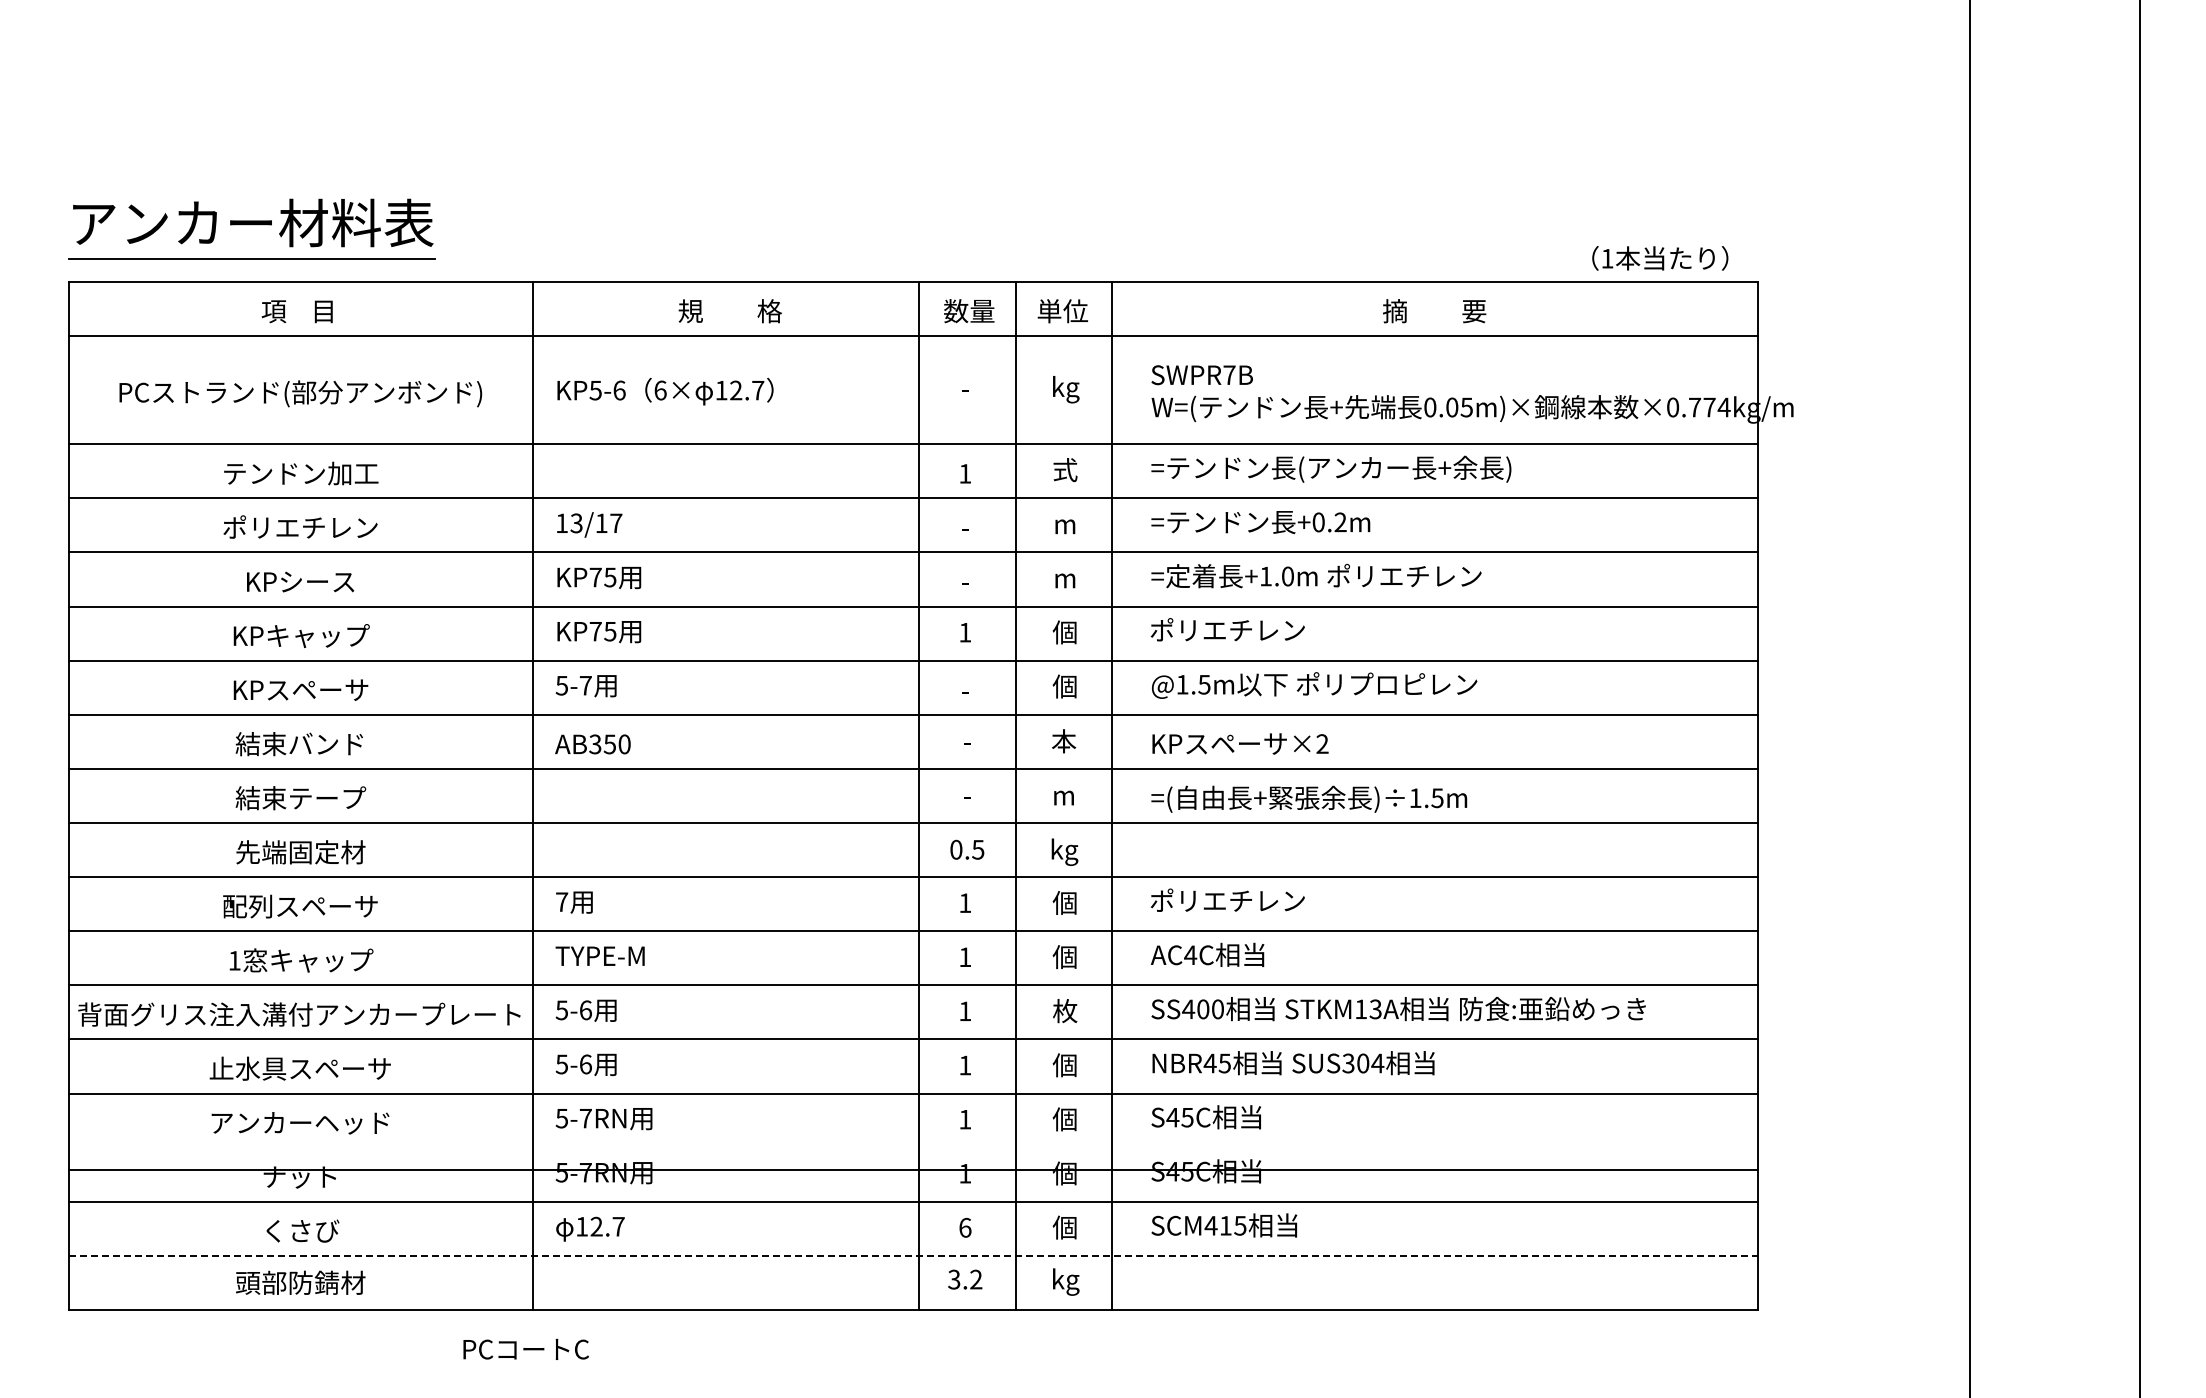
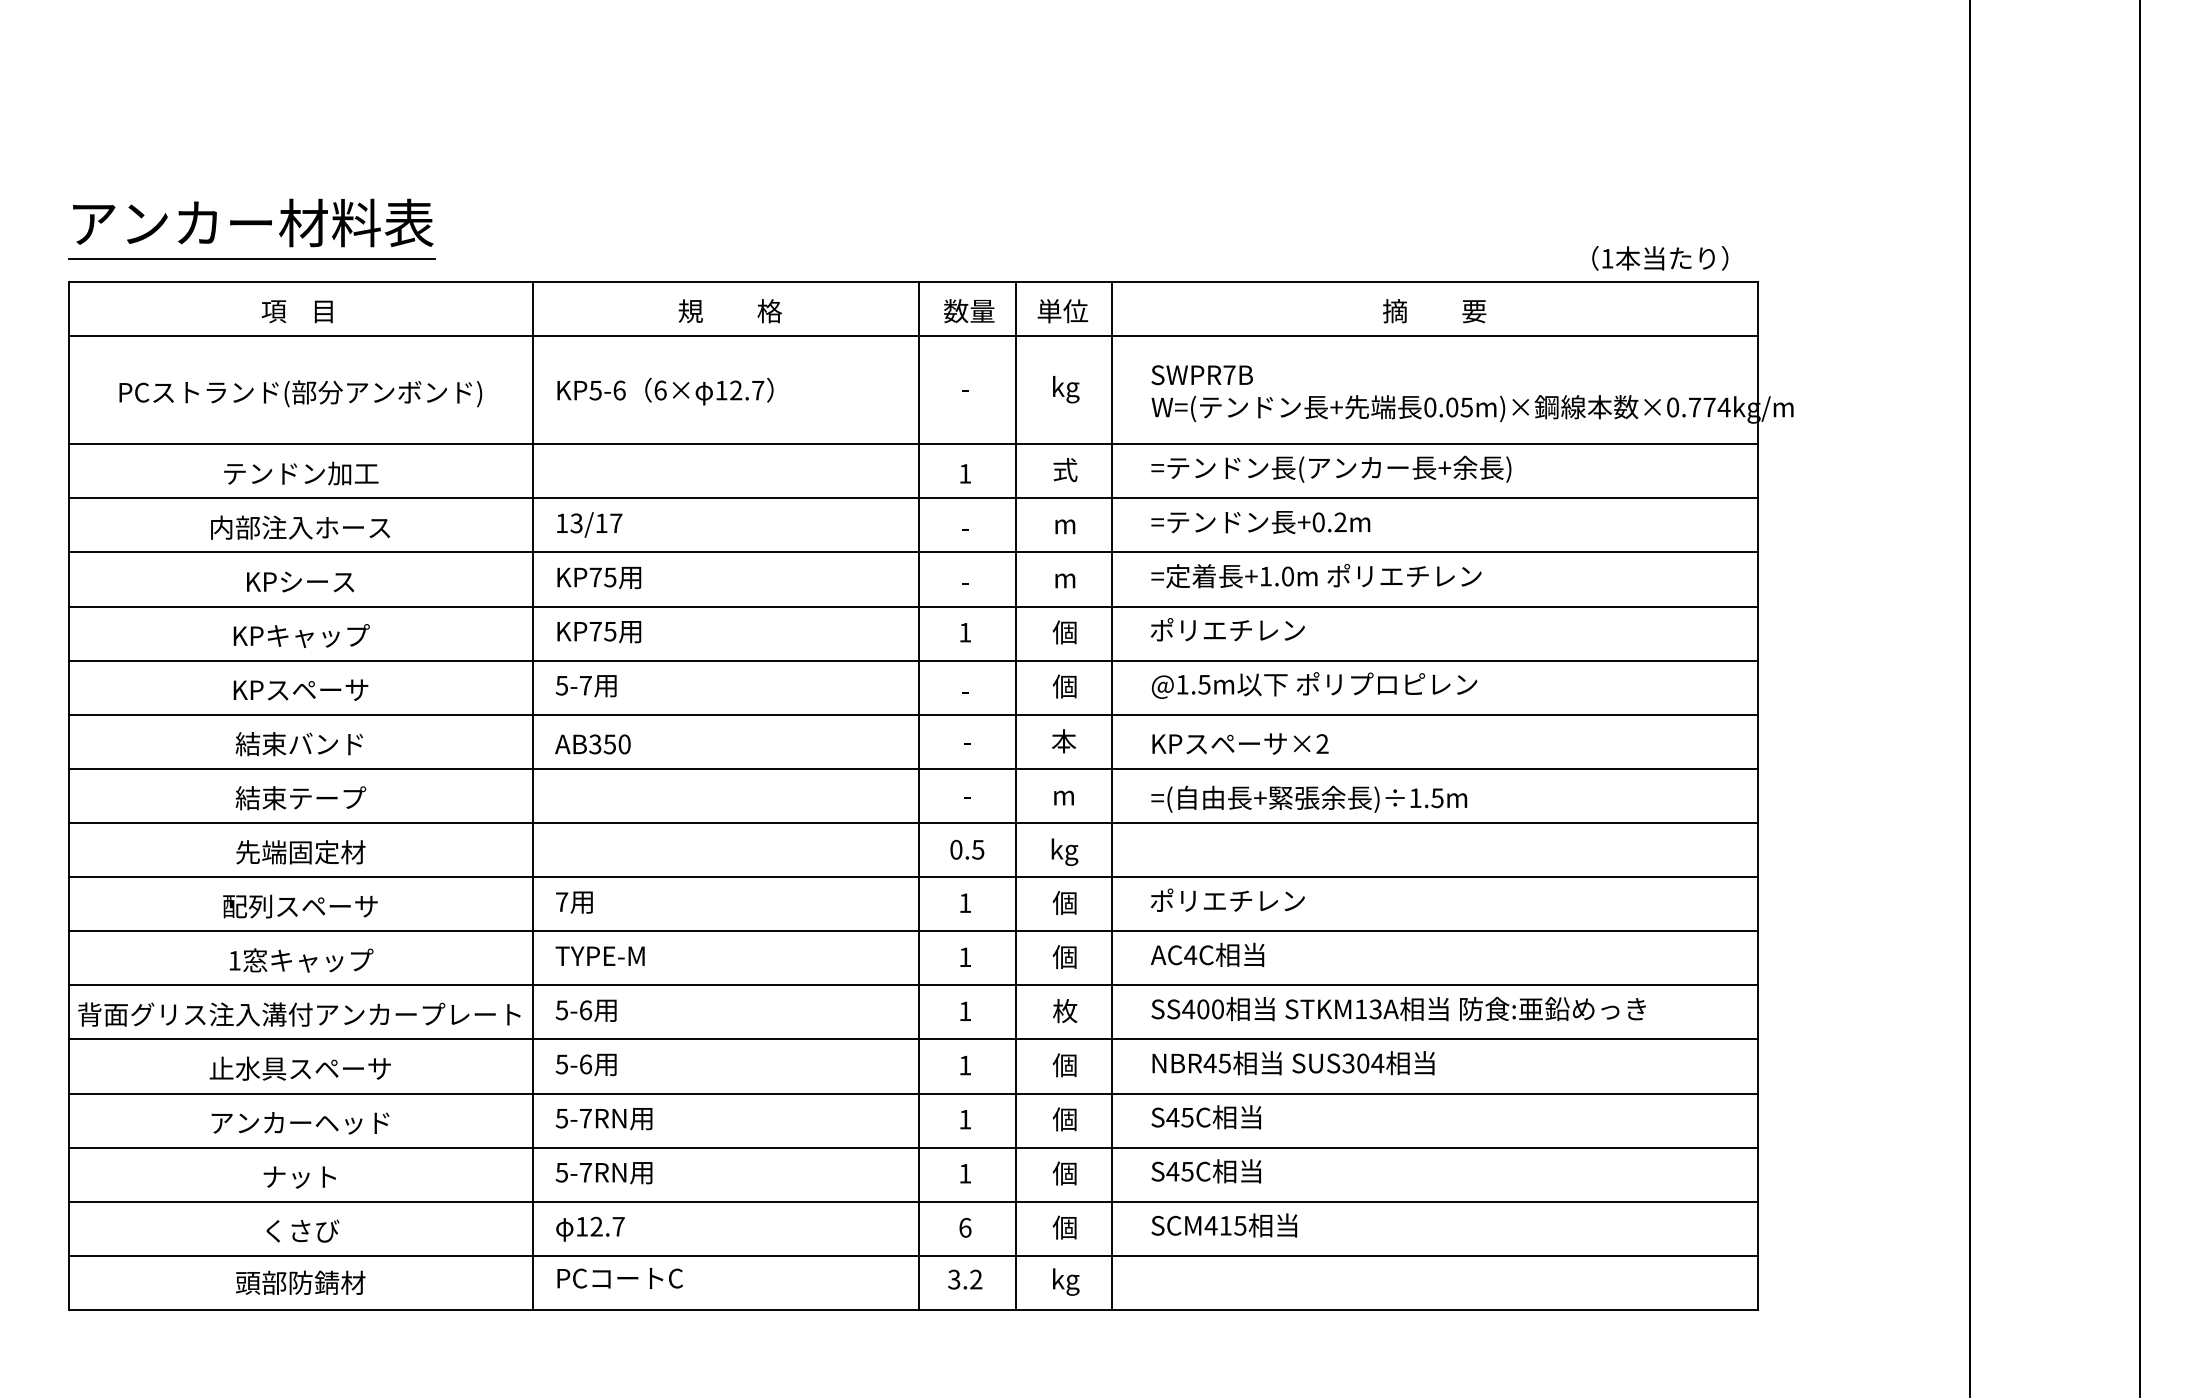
text at (300, 527): ポリエチレン -> 内部注入ホース
line at (912, 1169) position: (912, 1169) -> (912, 1147)
line at (913, 1255): dashed -> solid
text at (525, 1348) position: (525, 1348) -> (619, 1277)
